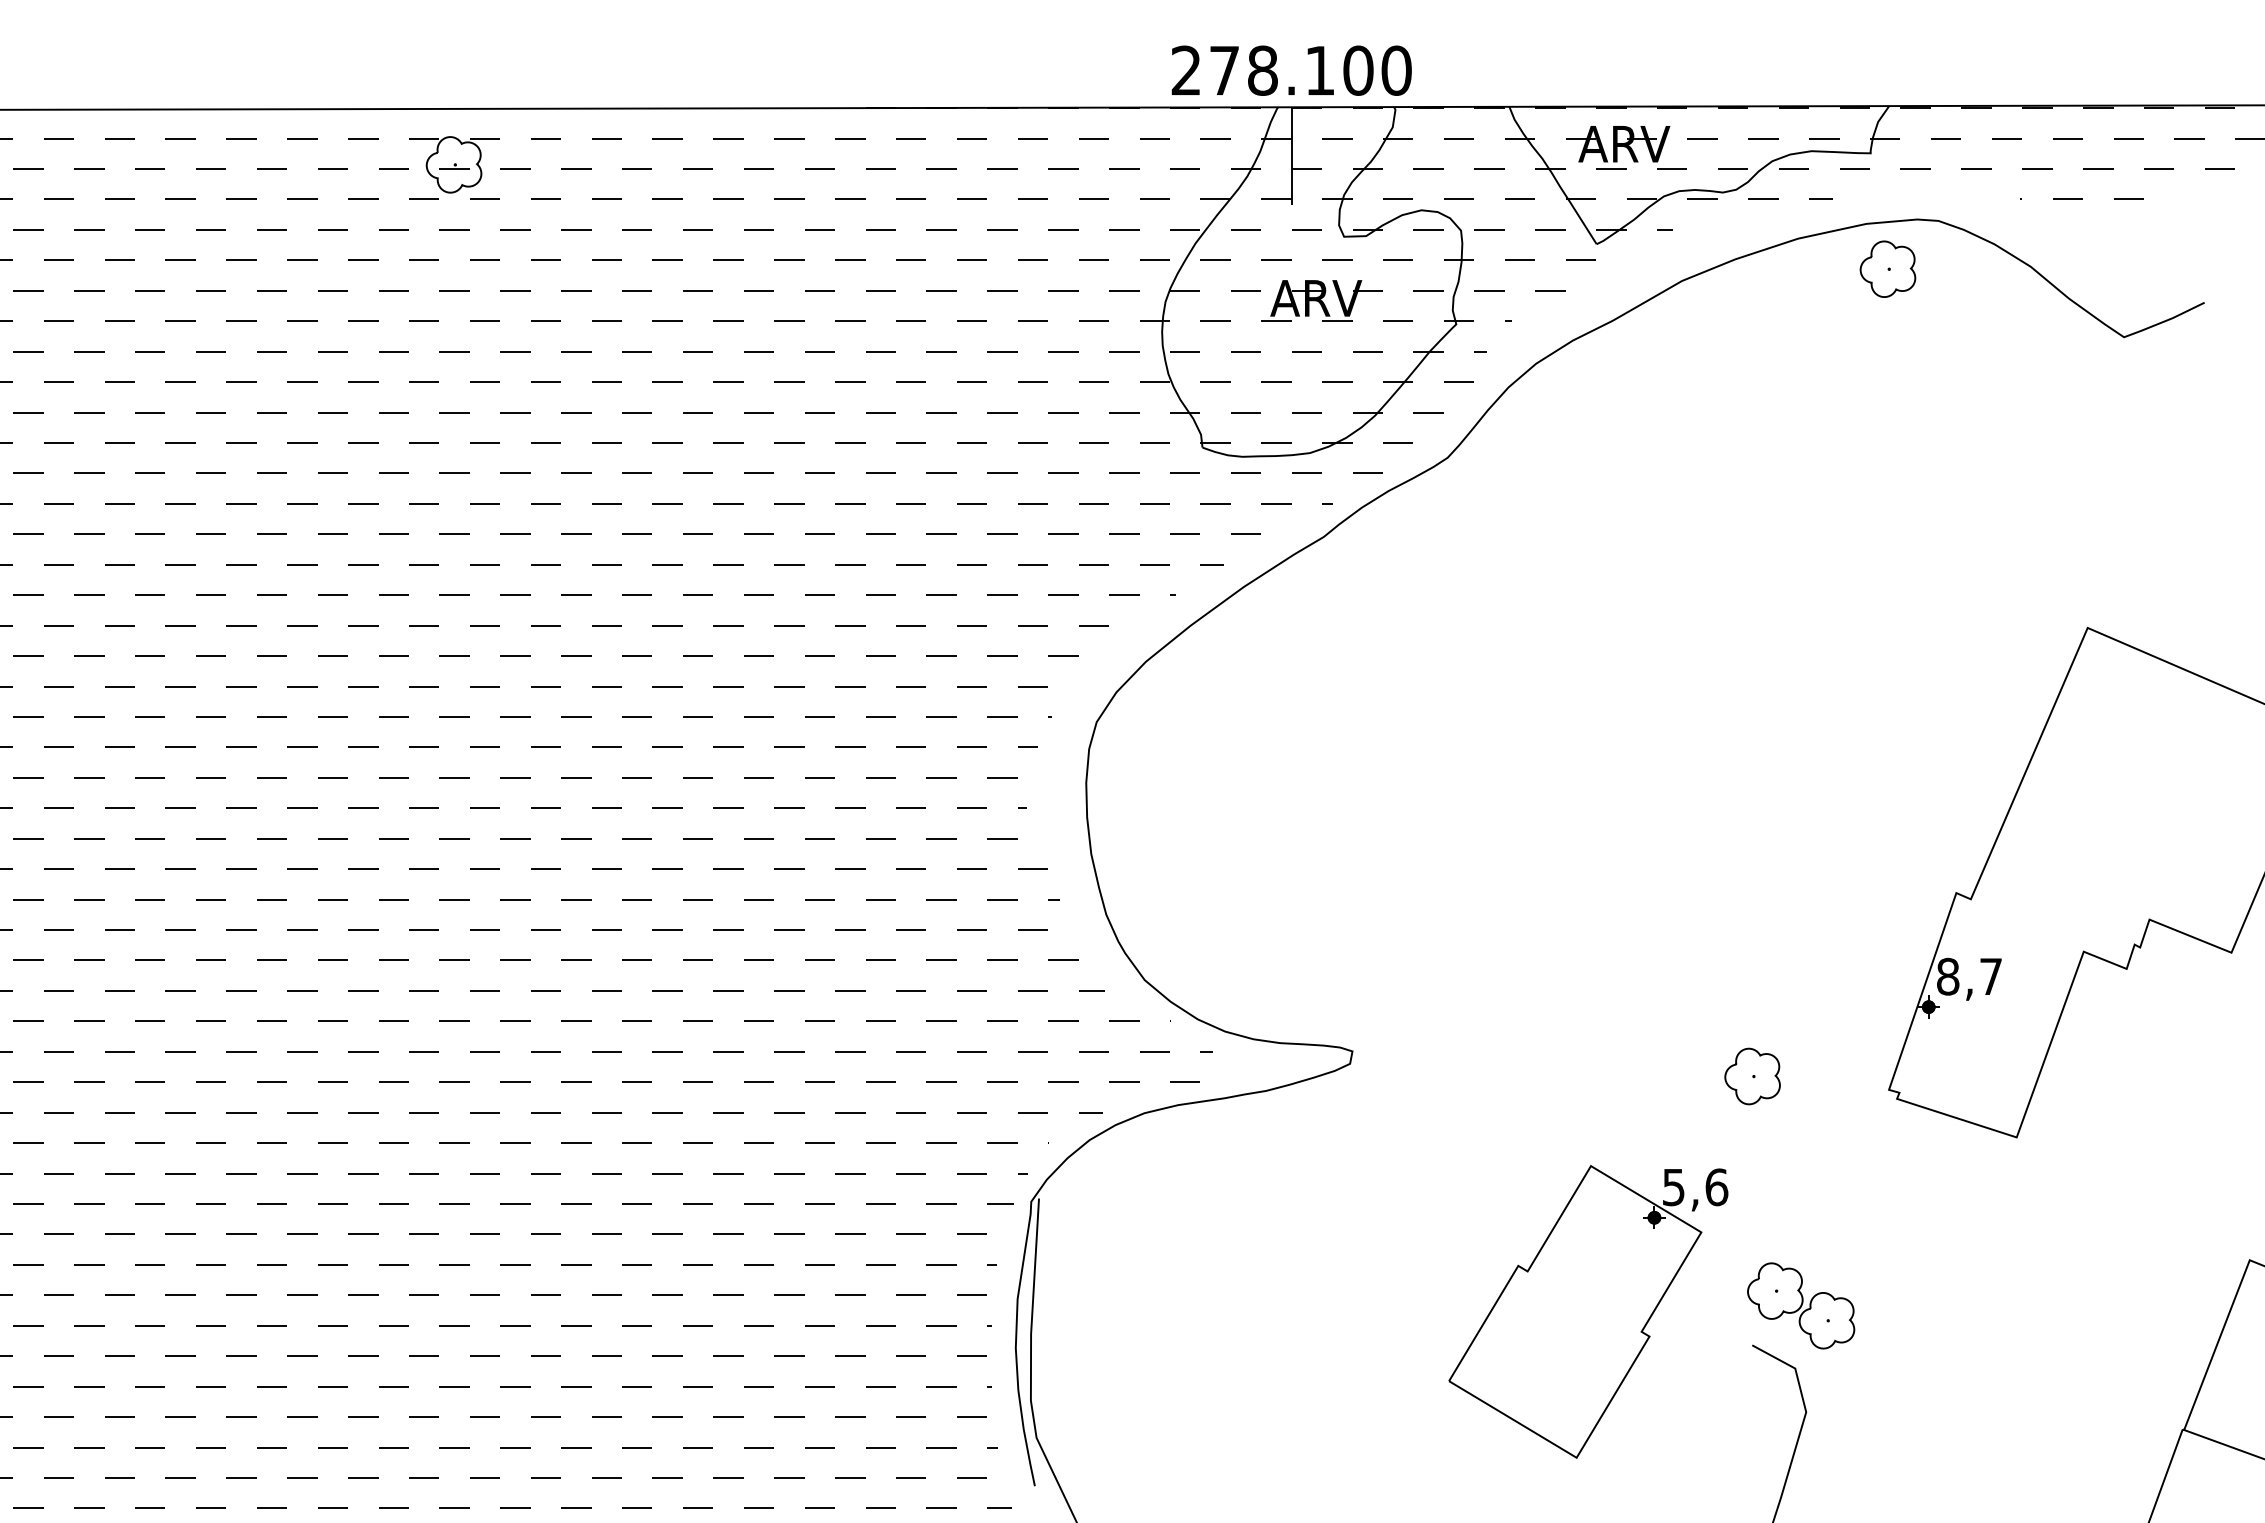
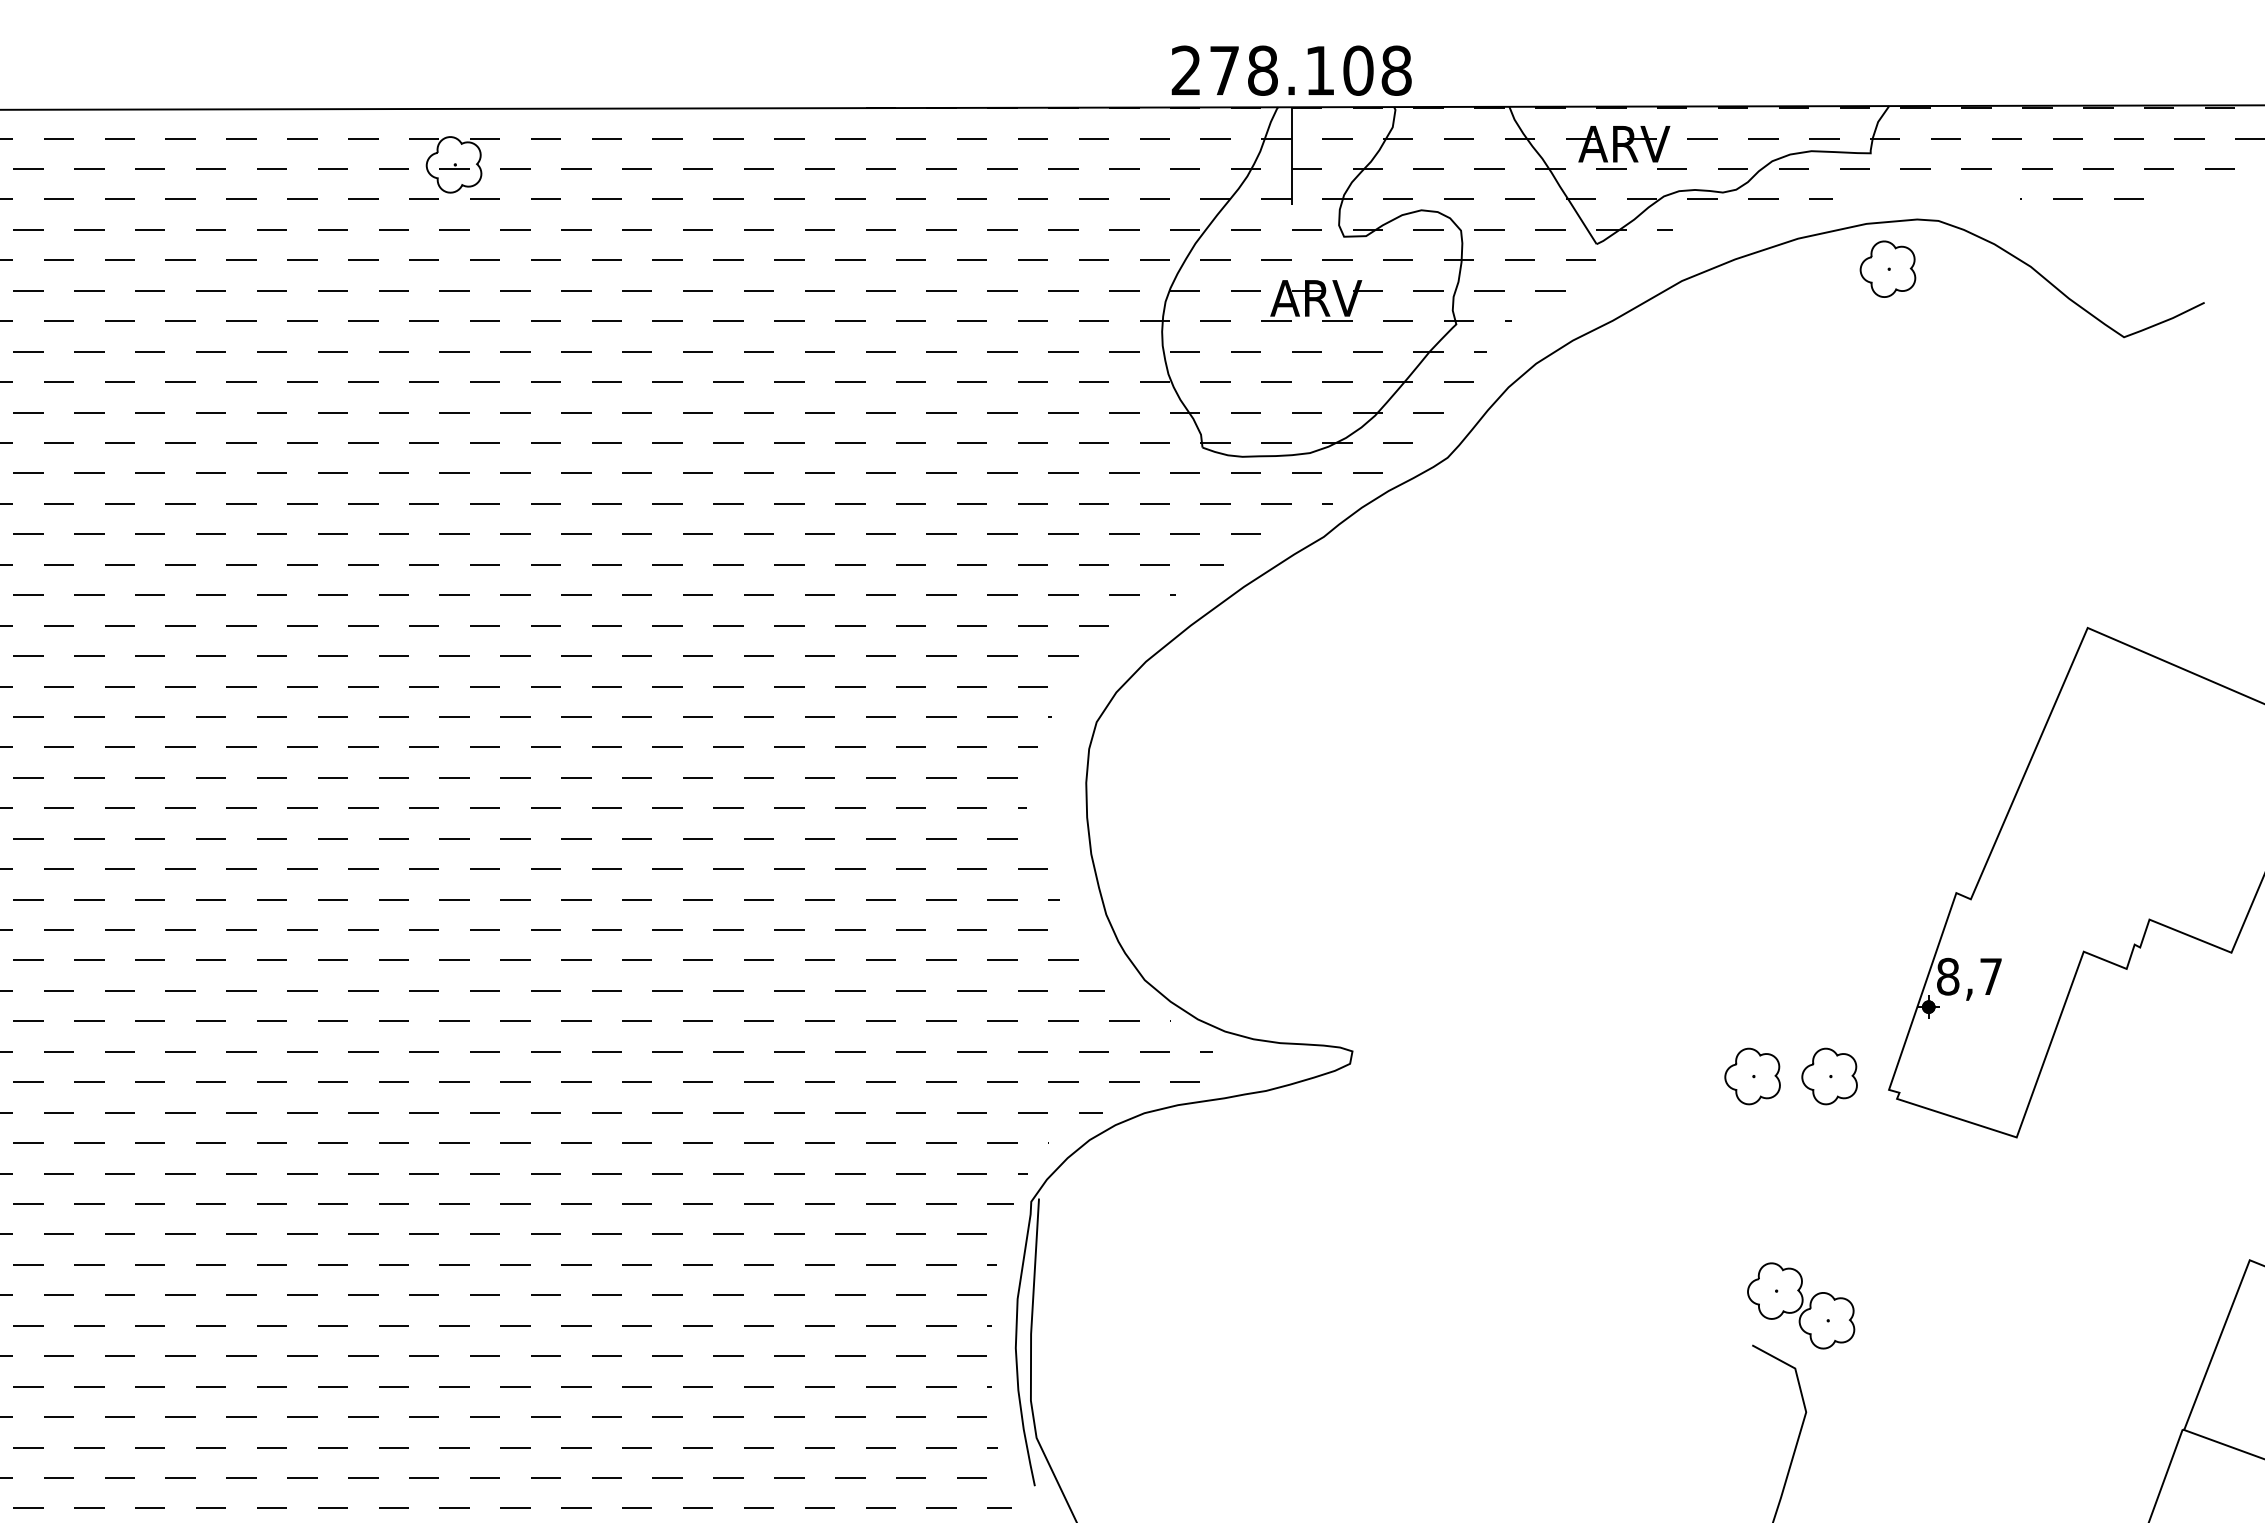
text at (1396, 70): 278.100 -> 278.108
part at (1829, 1076): none -> present
part at (1588, 1311): present -> none
